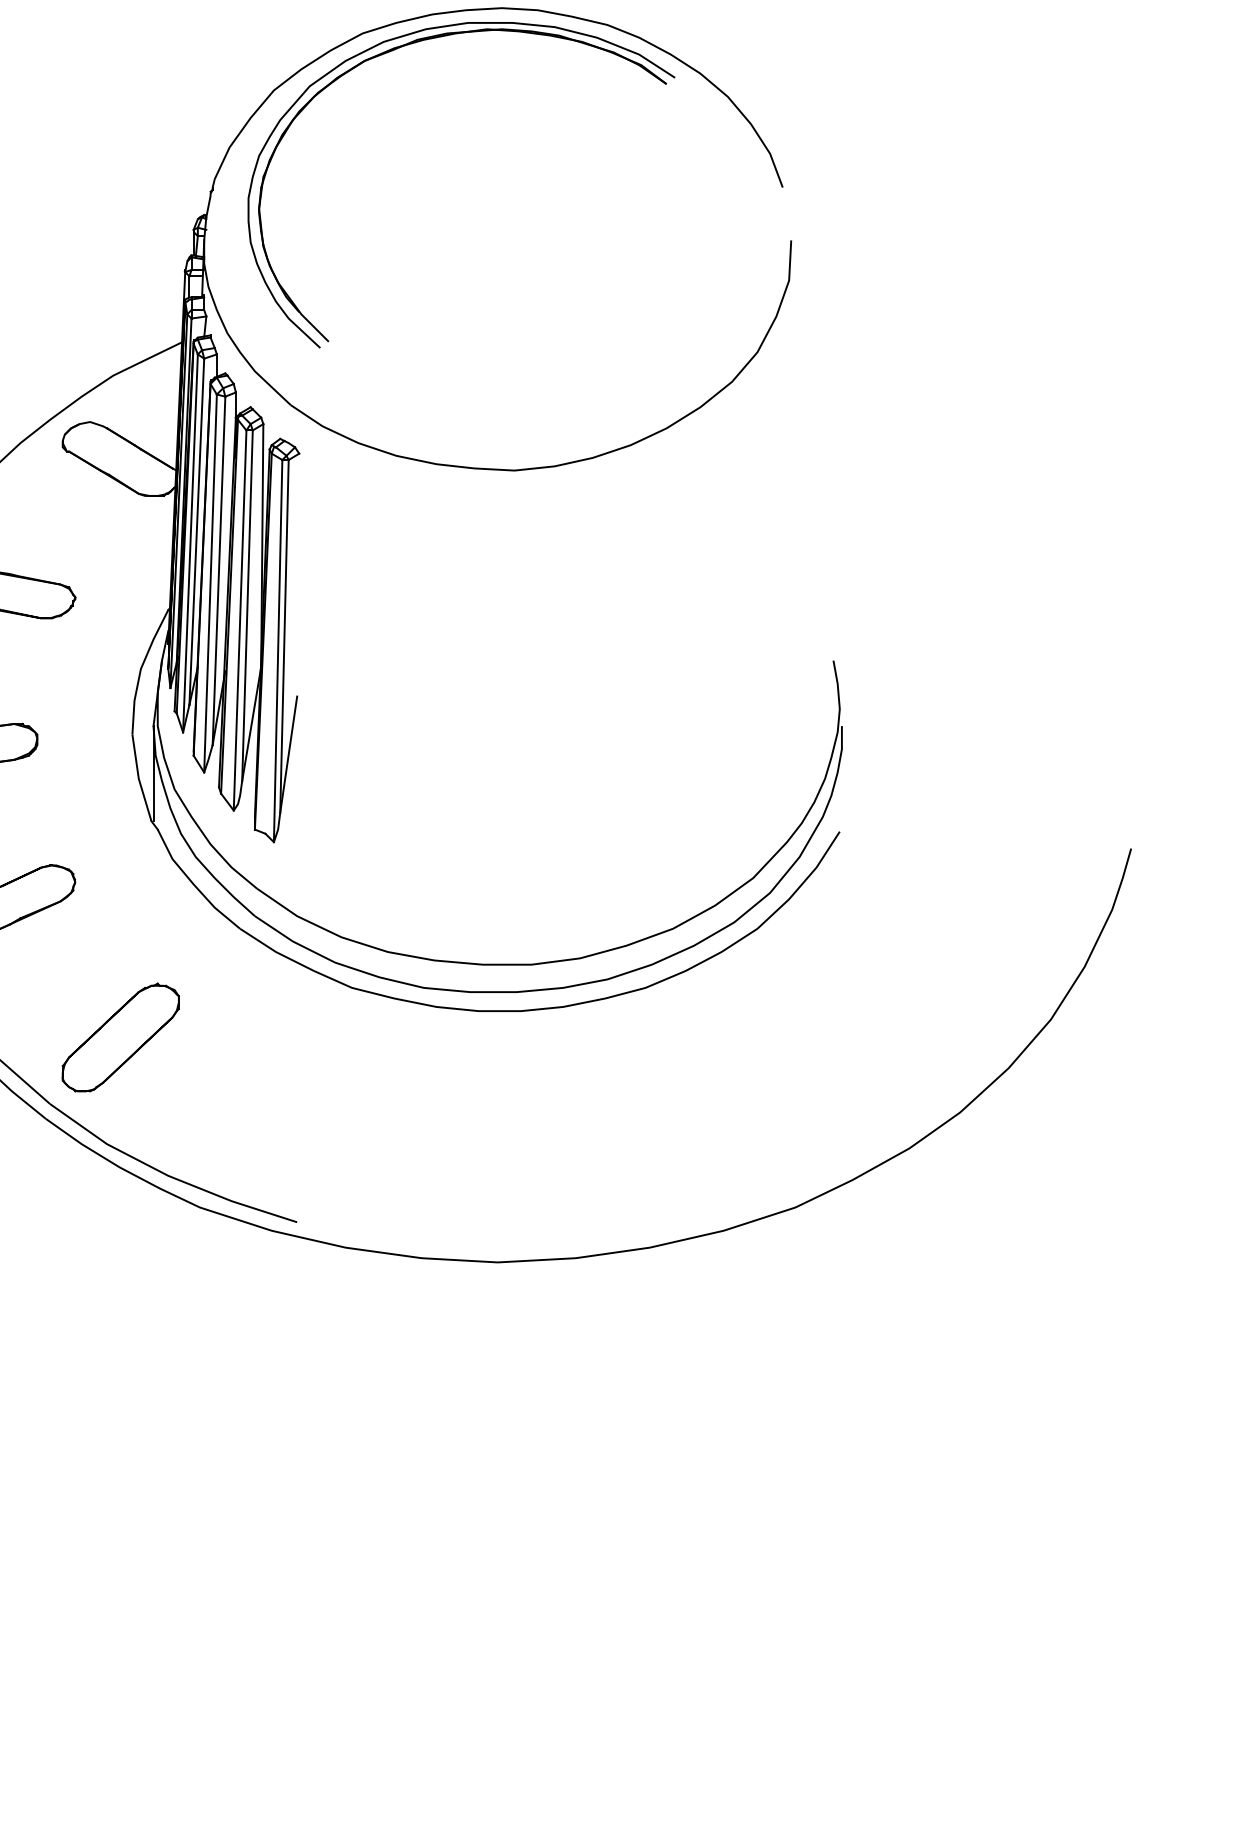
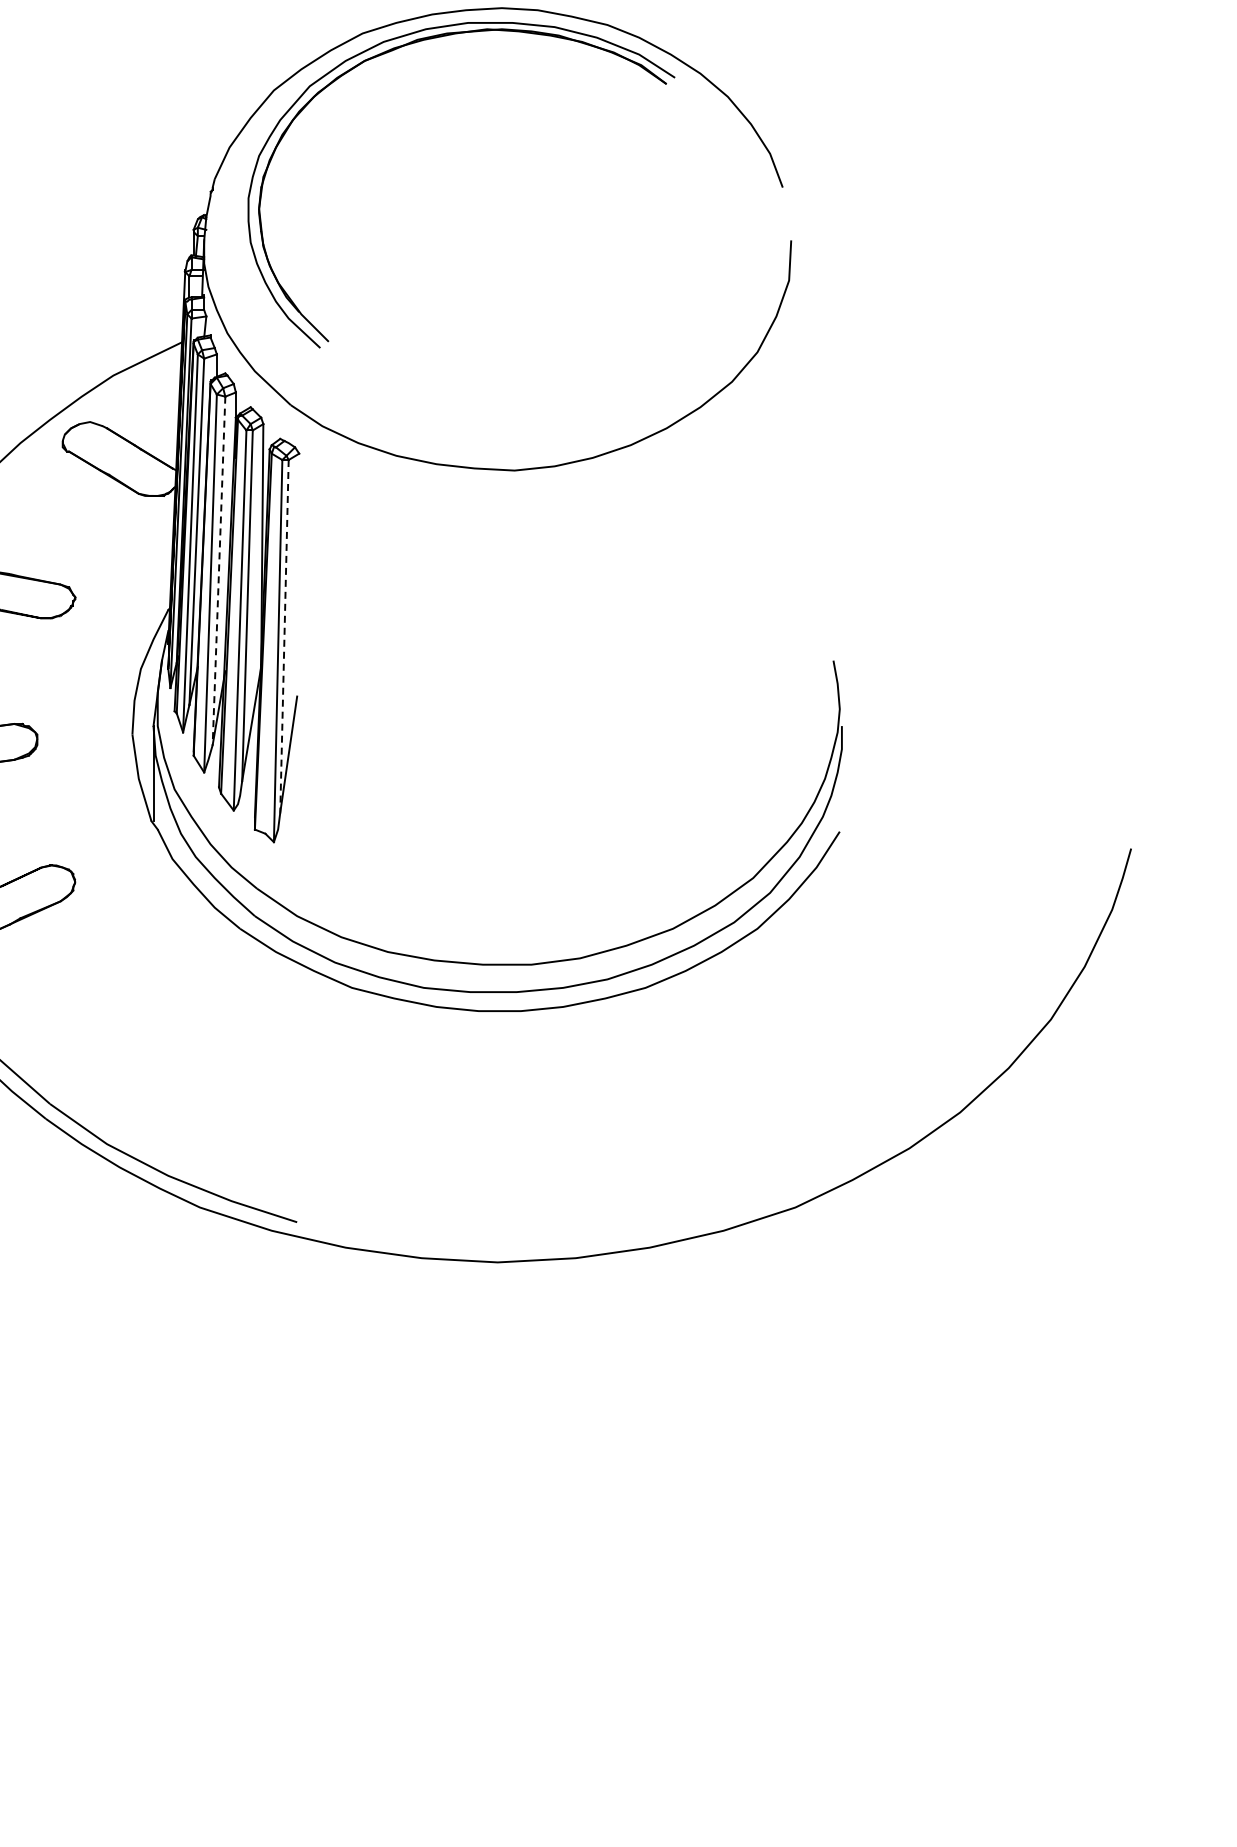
line at (219, 571): solid -> dashed
line at (284, 636): solid -> dashed
part at (120, 1037): present -> none
